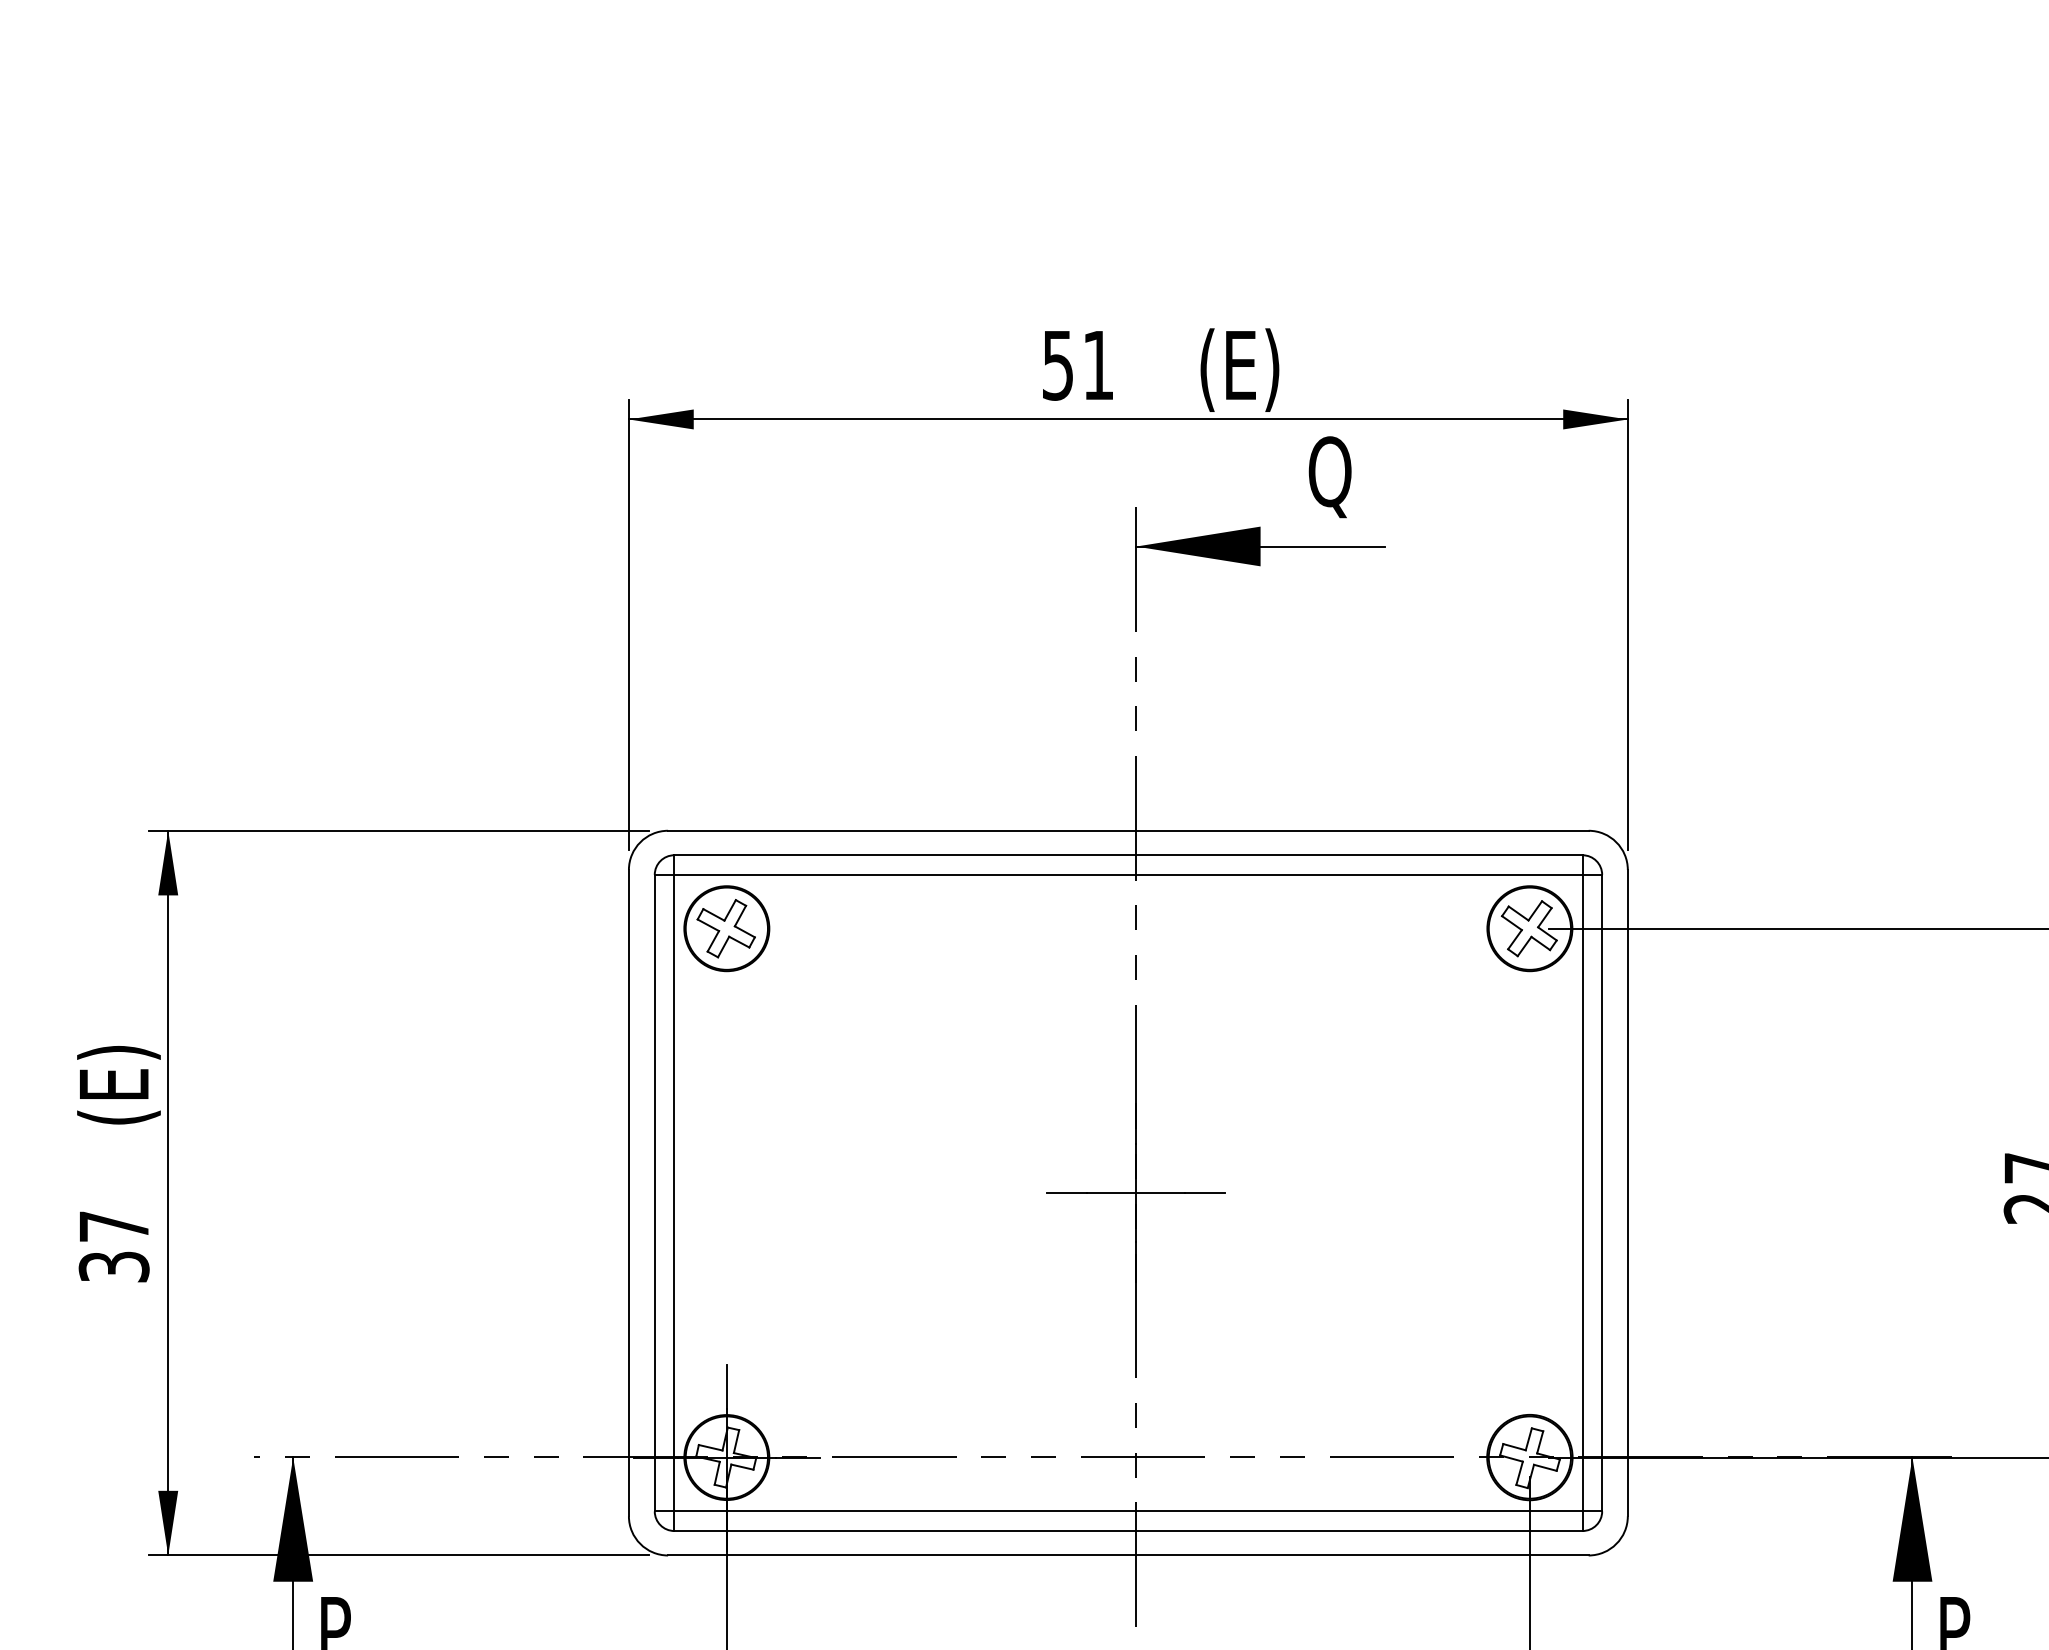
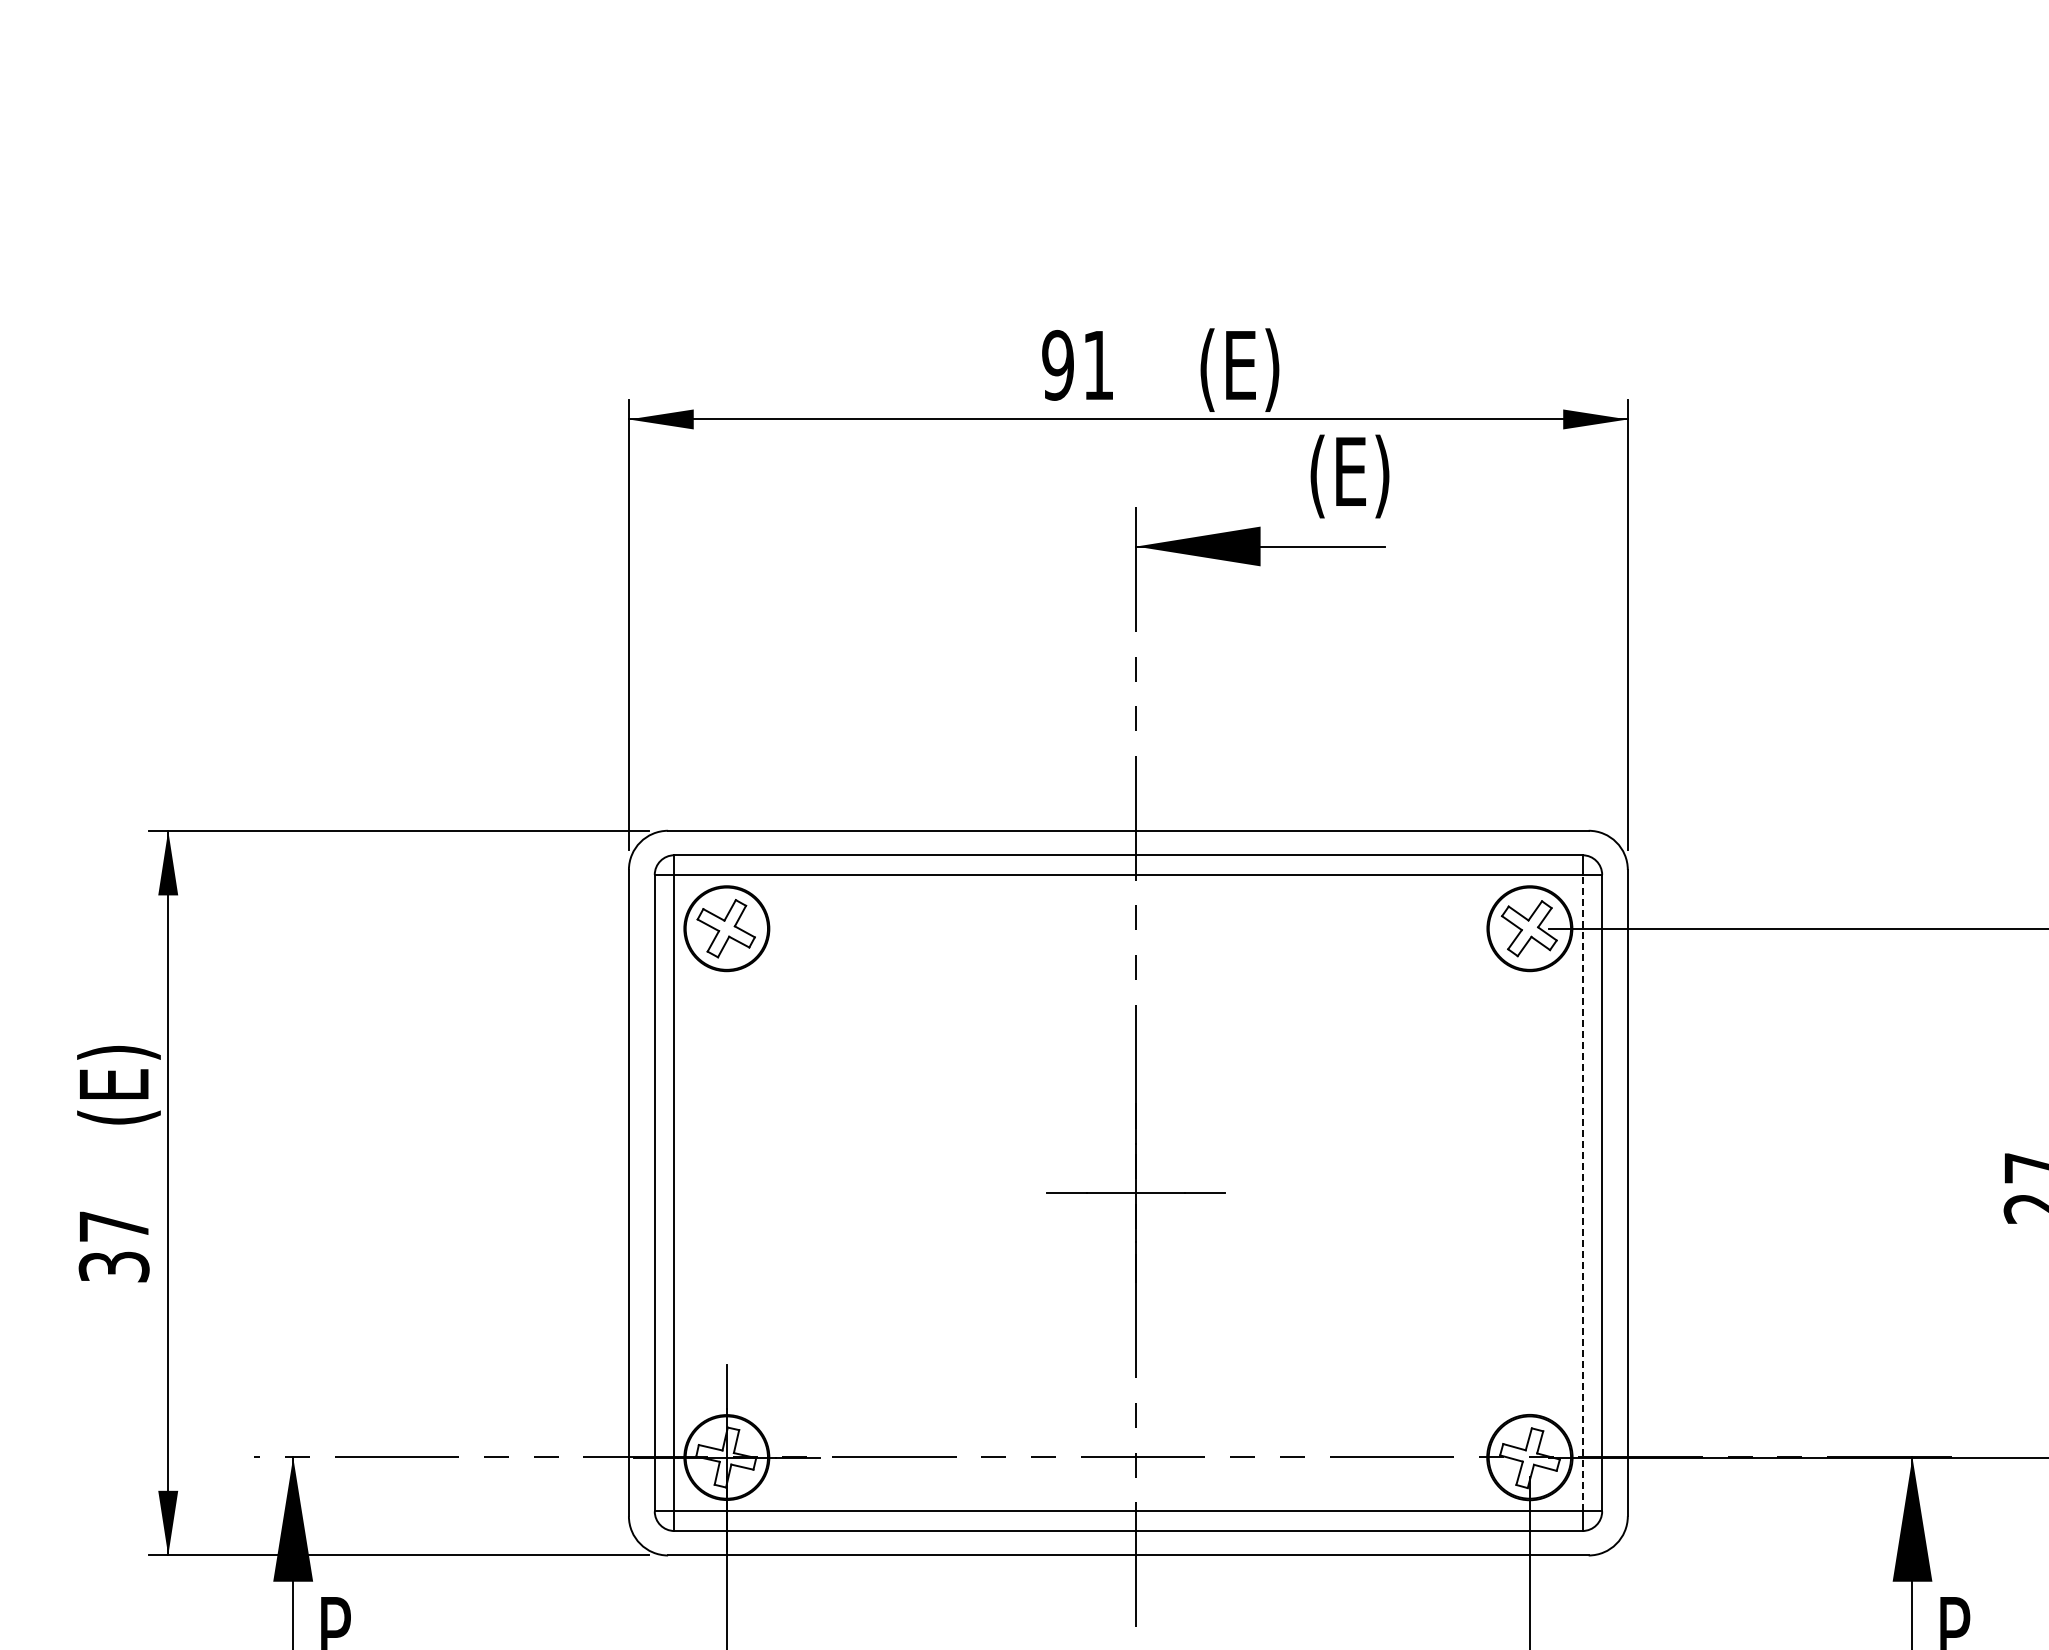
text at (1057, 364): 51 -> 91
text at (1348, 476): Q -> (E)
line at (1582, 1192): solid -> dashed
